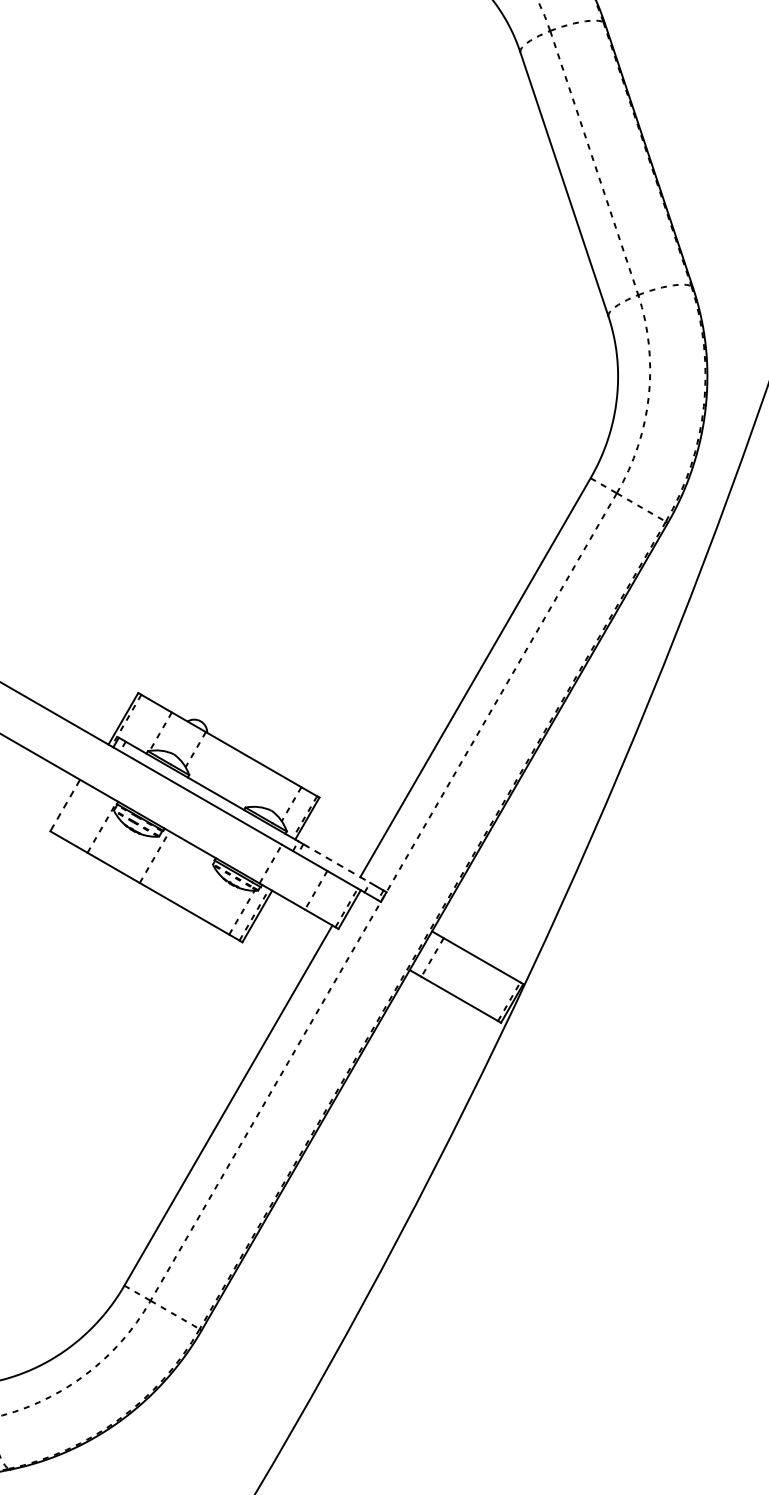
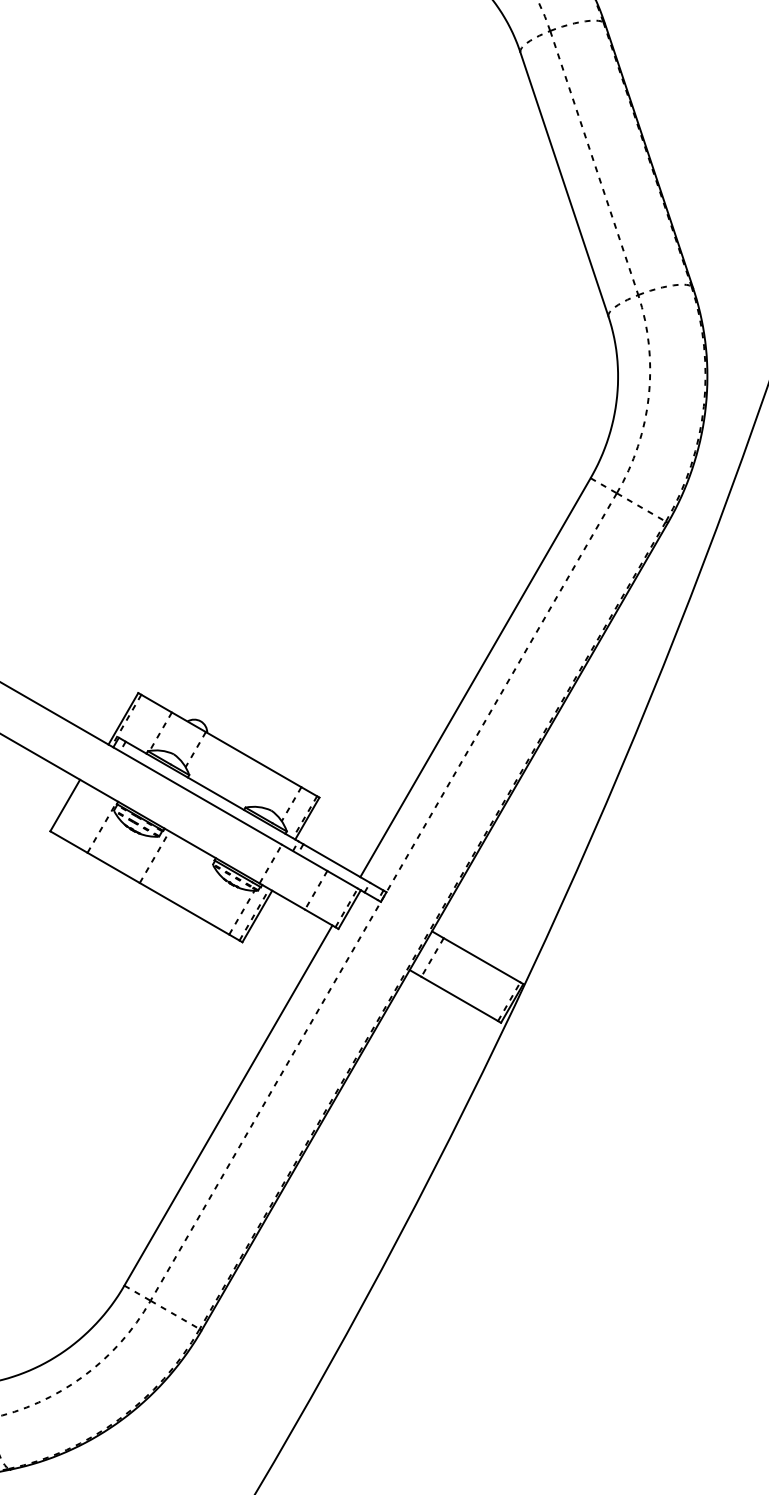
line at (65, 805): dashed -> solid
line at (336, 863): dashed -> solid
